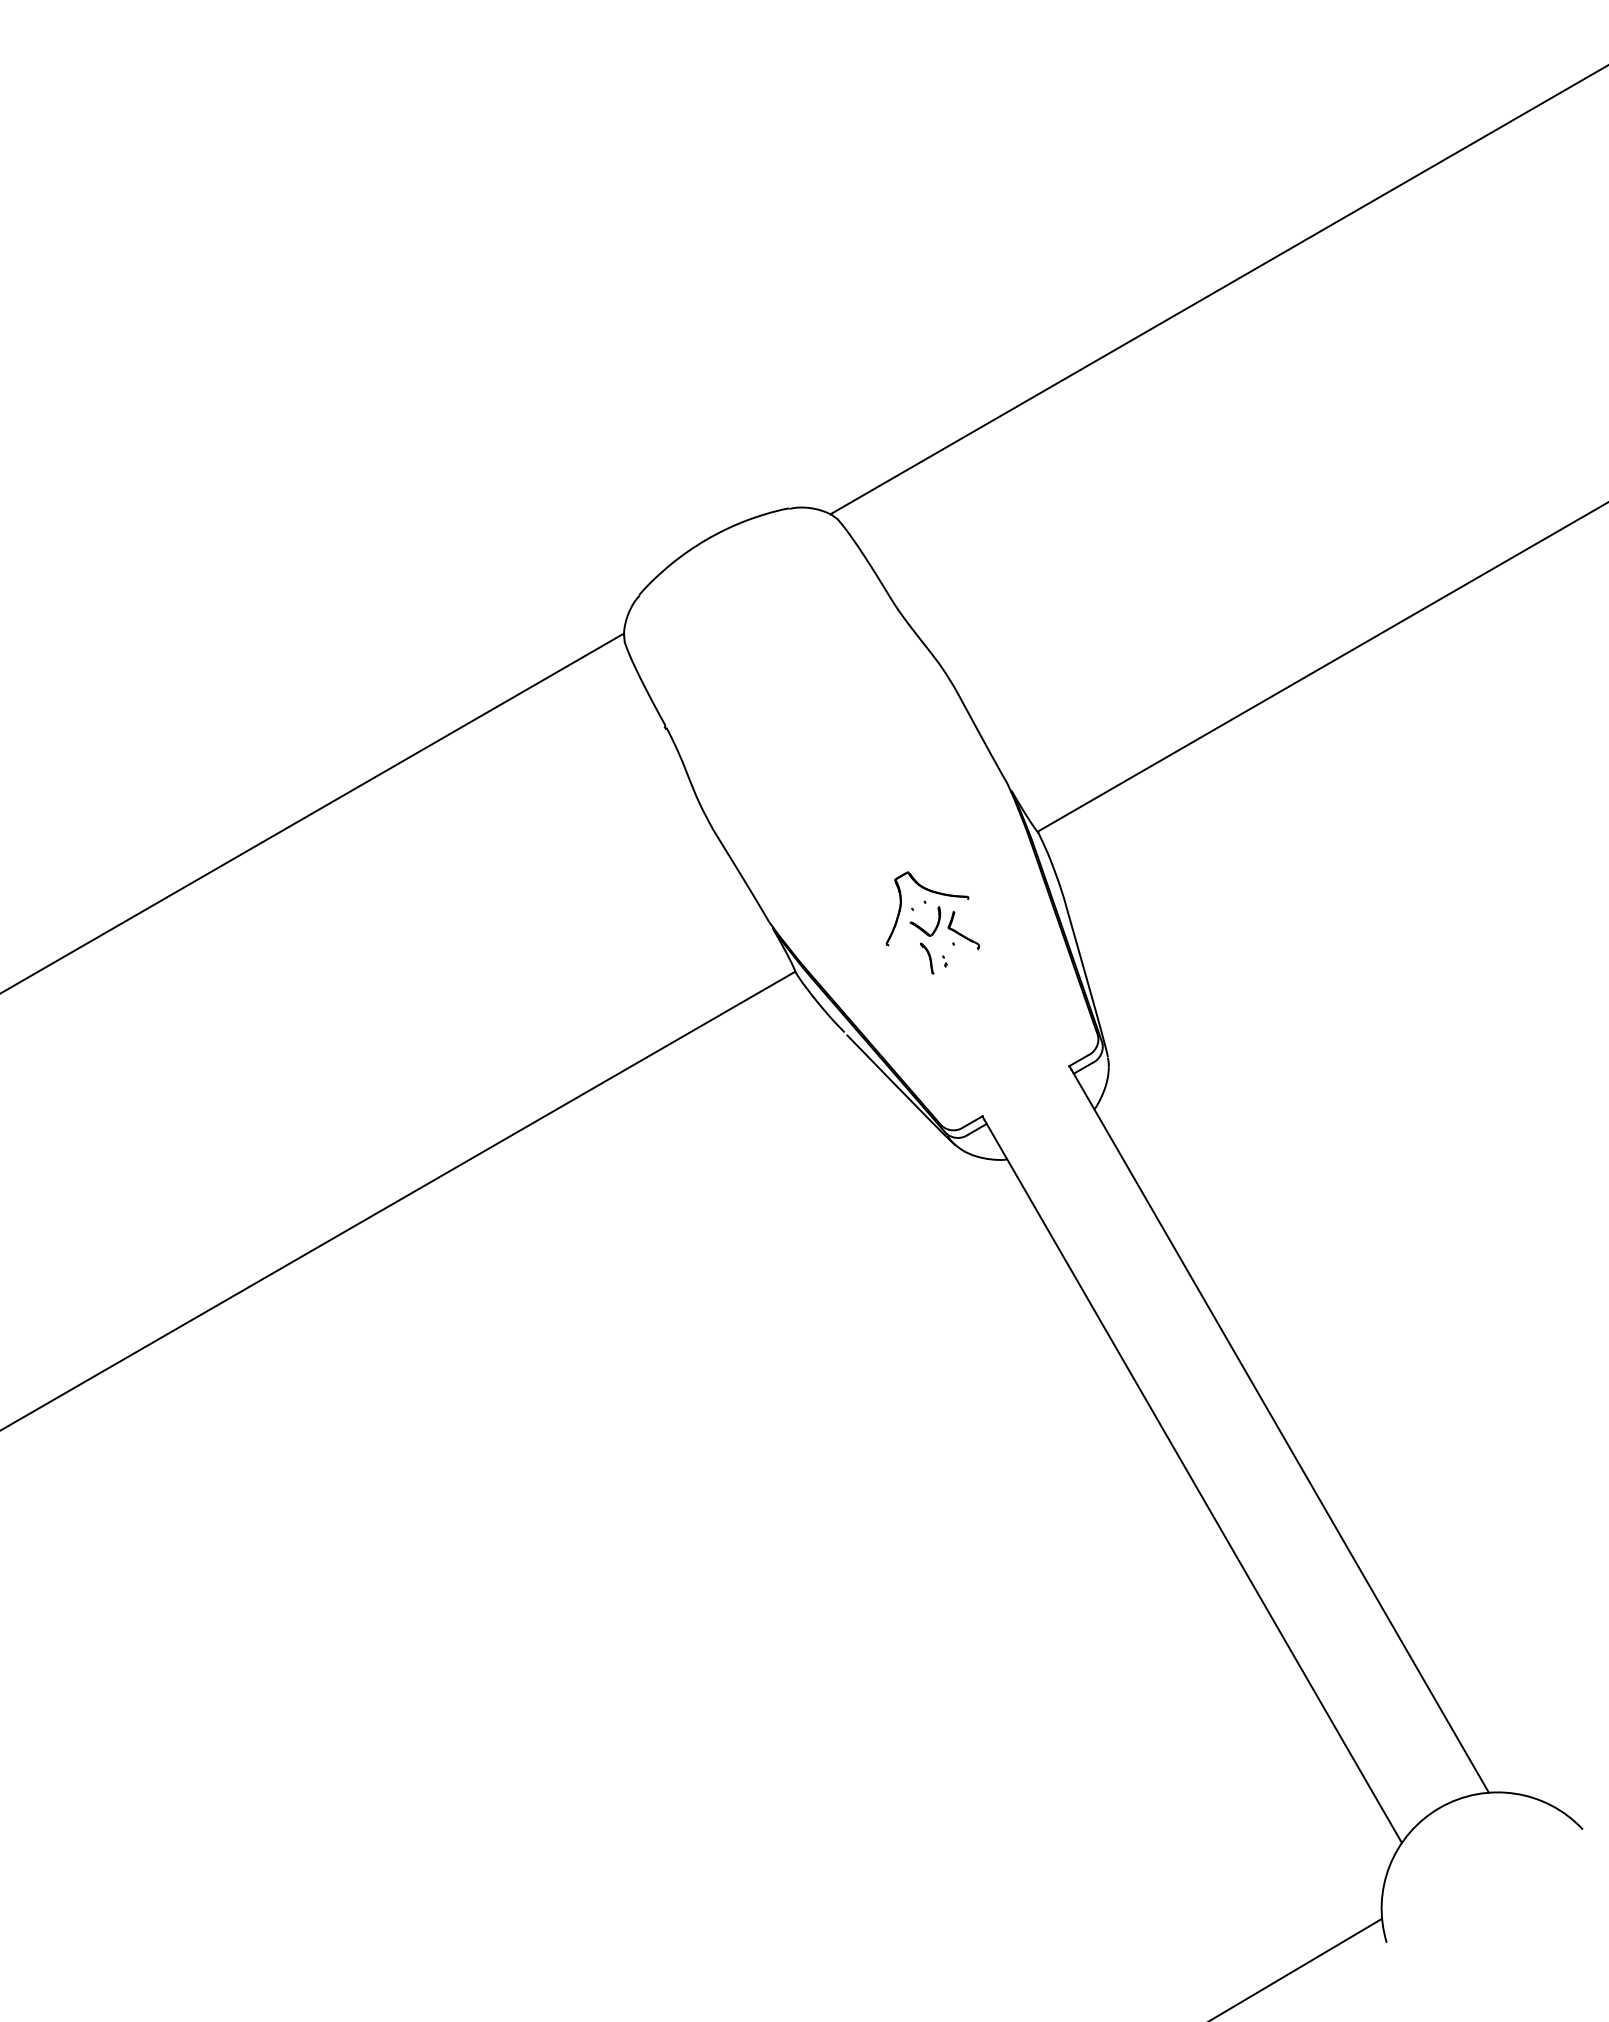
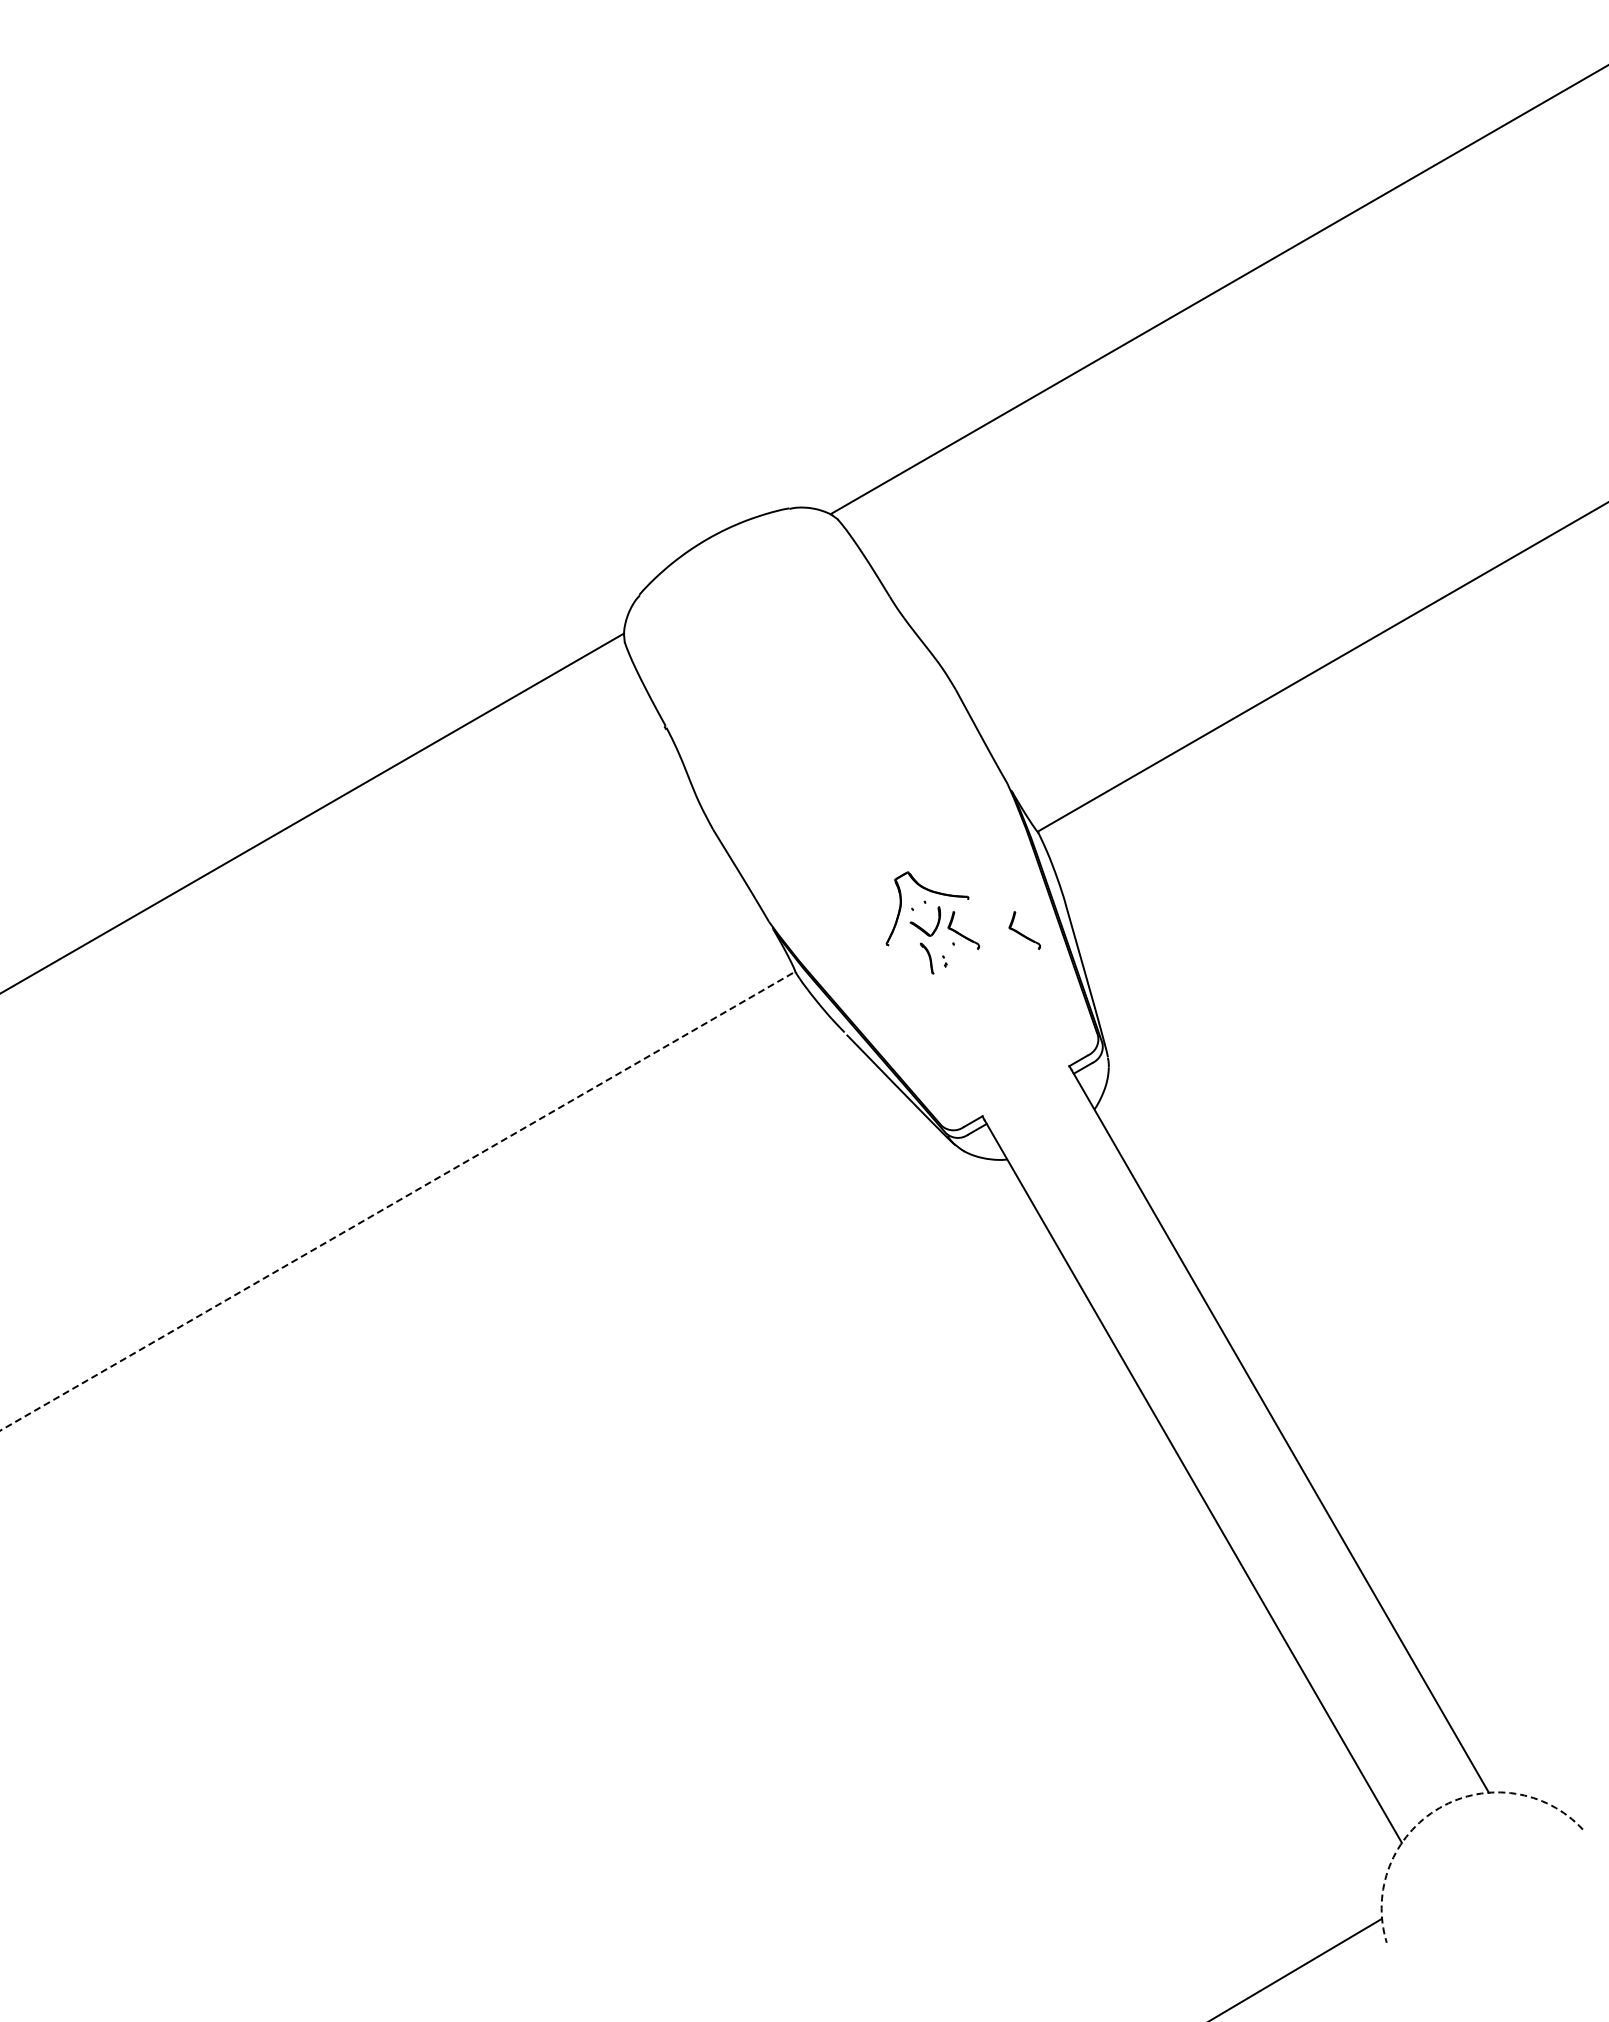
part at (1024, 930): none -> present
line at (397, 1201): solid -> dashed
arc at (1439, 1807): solid -> dashed
